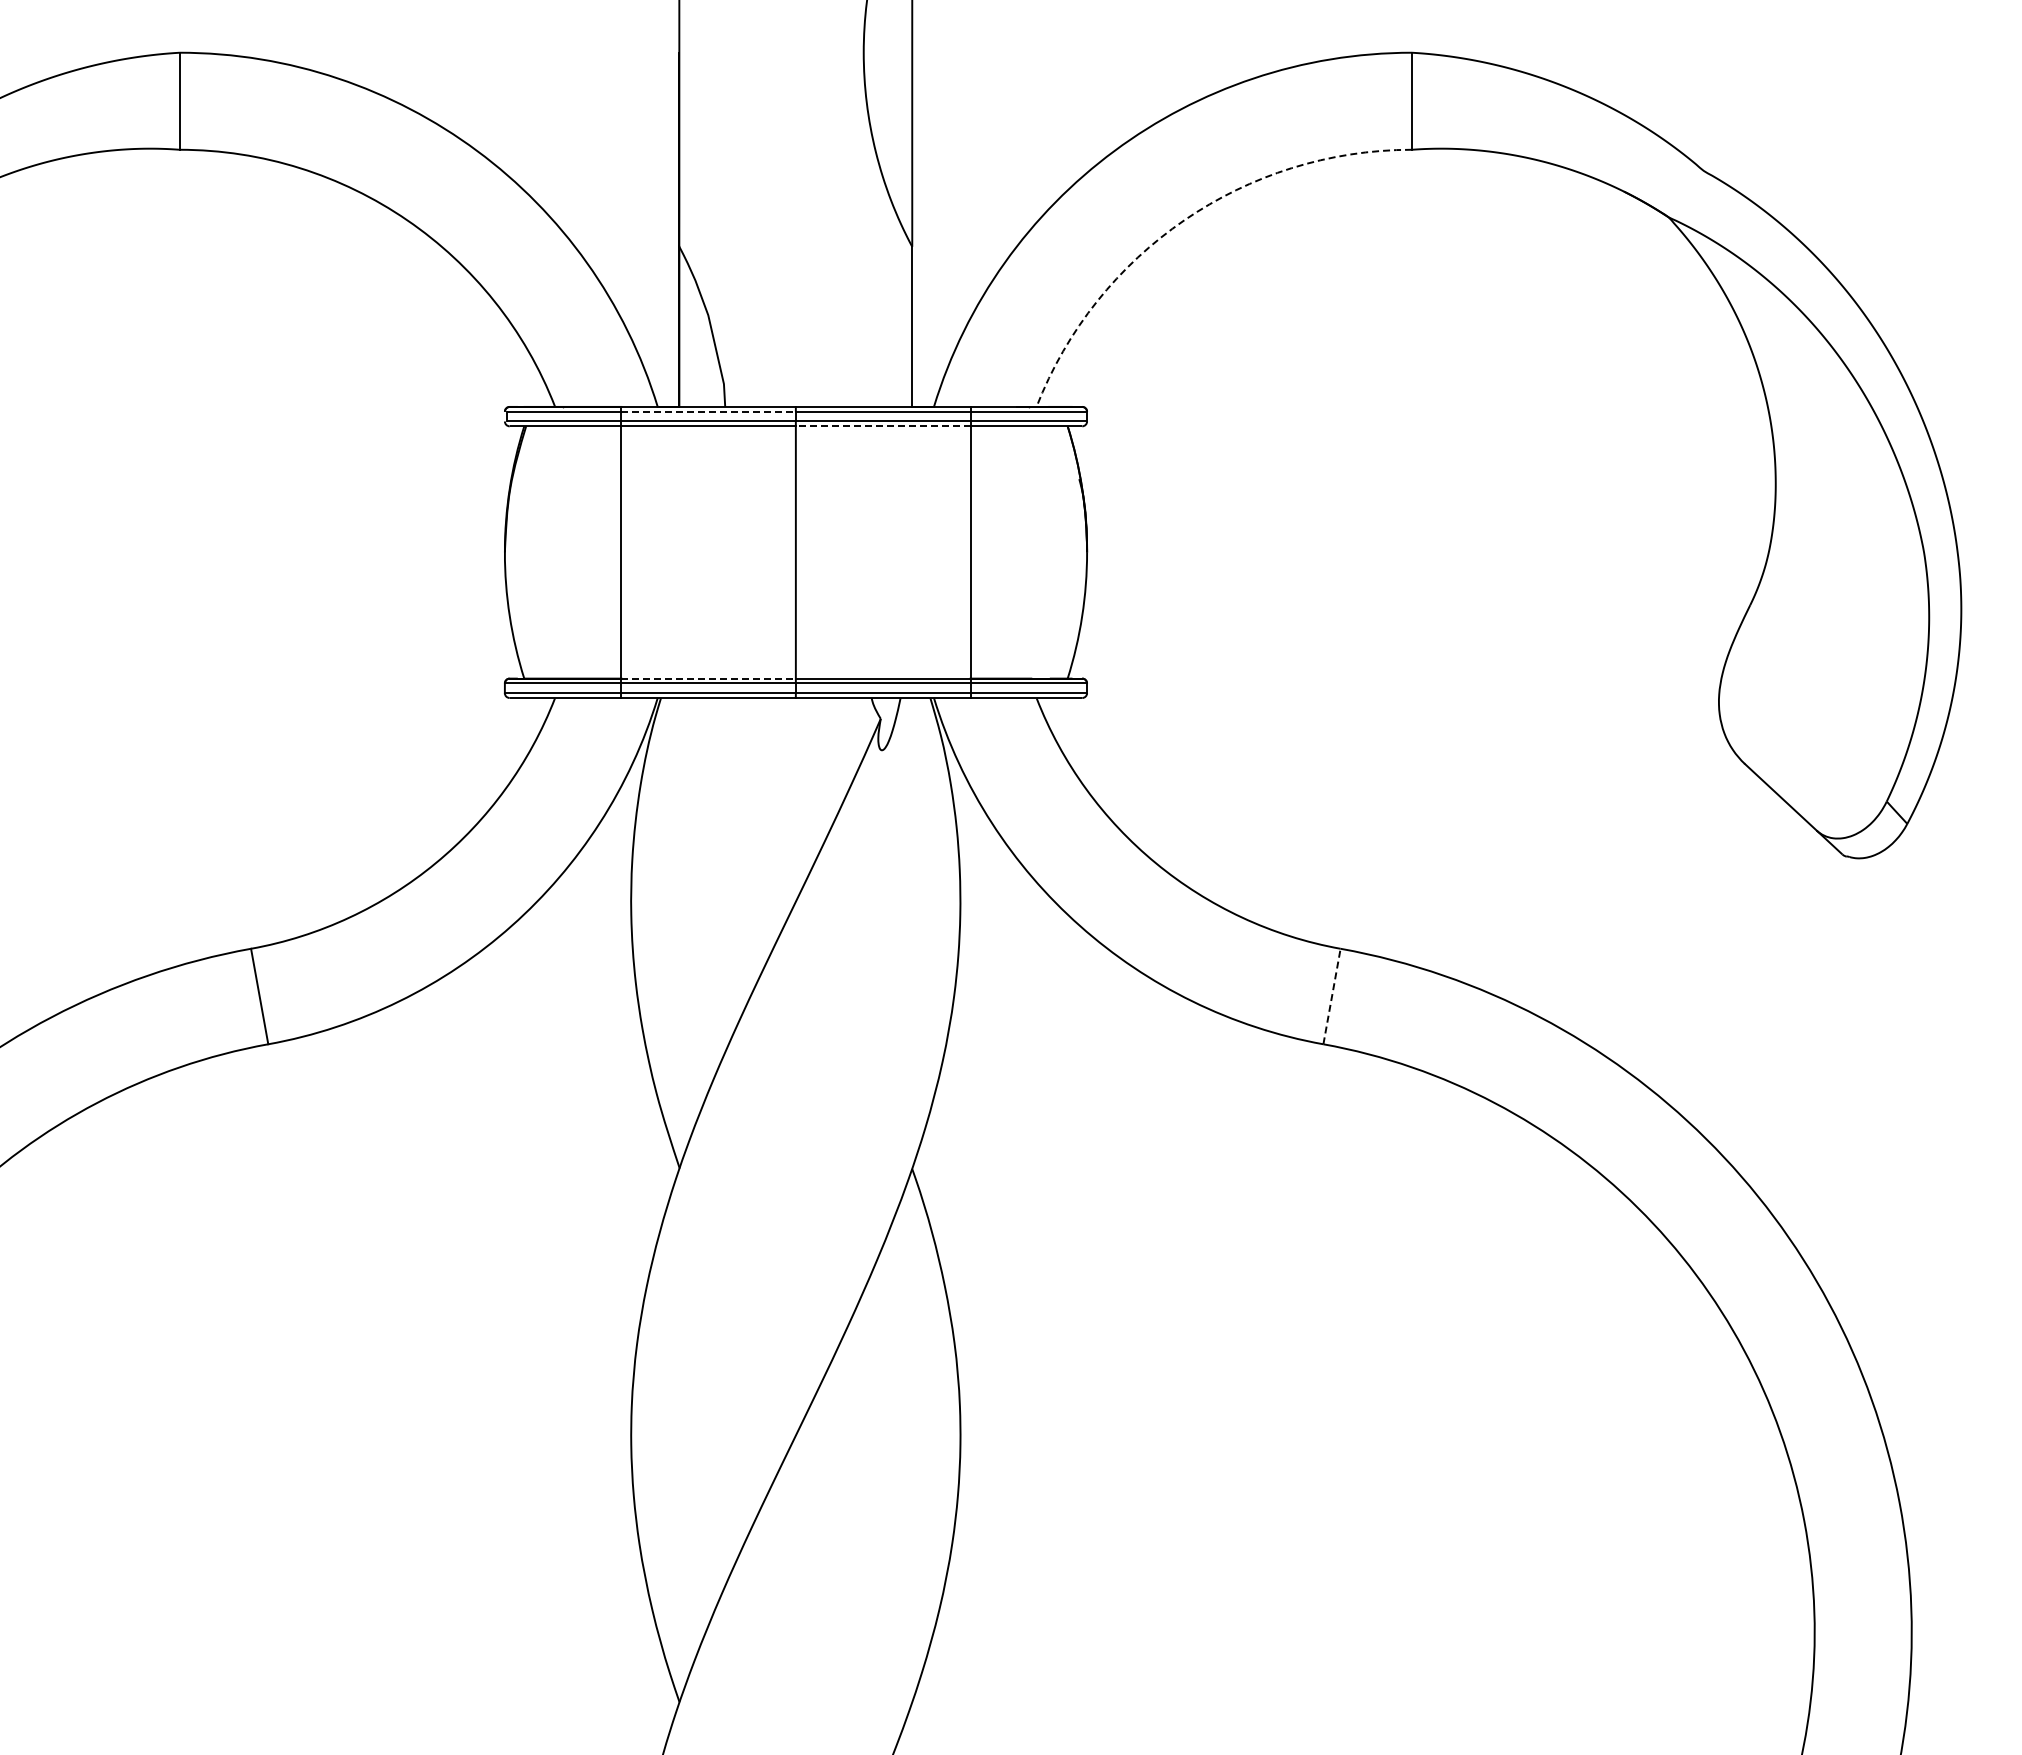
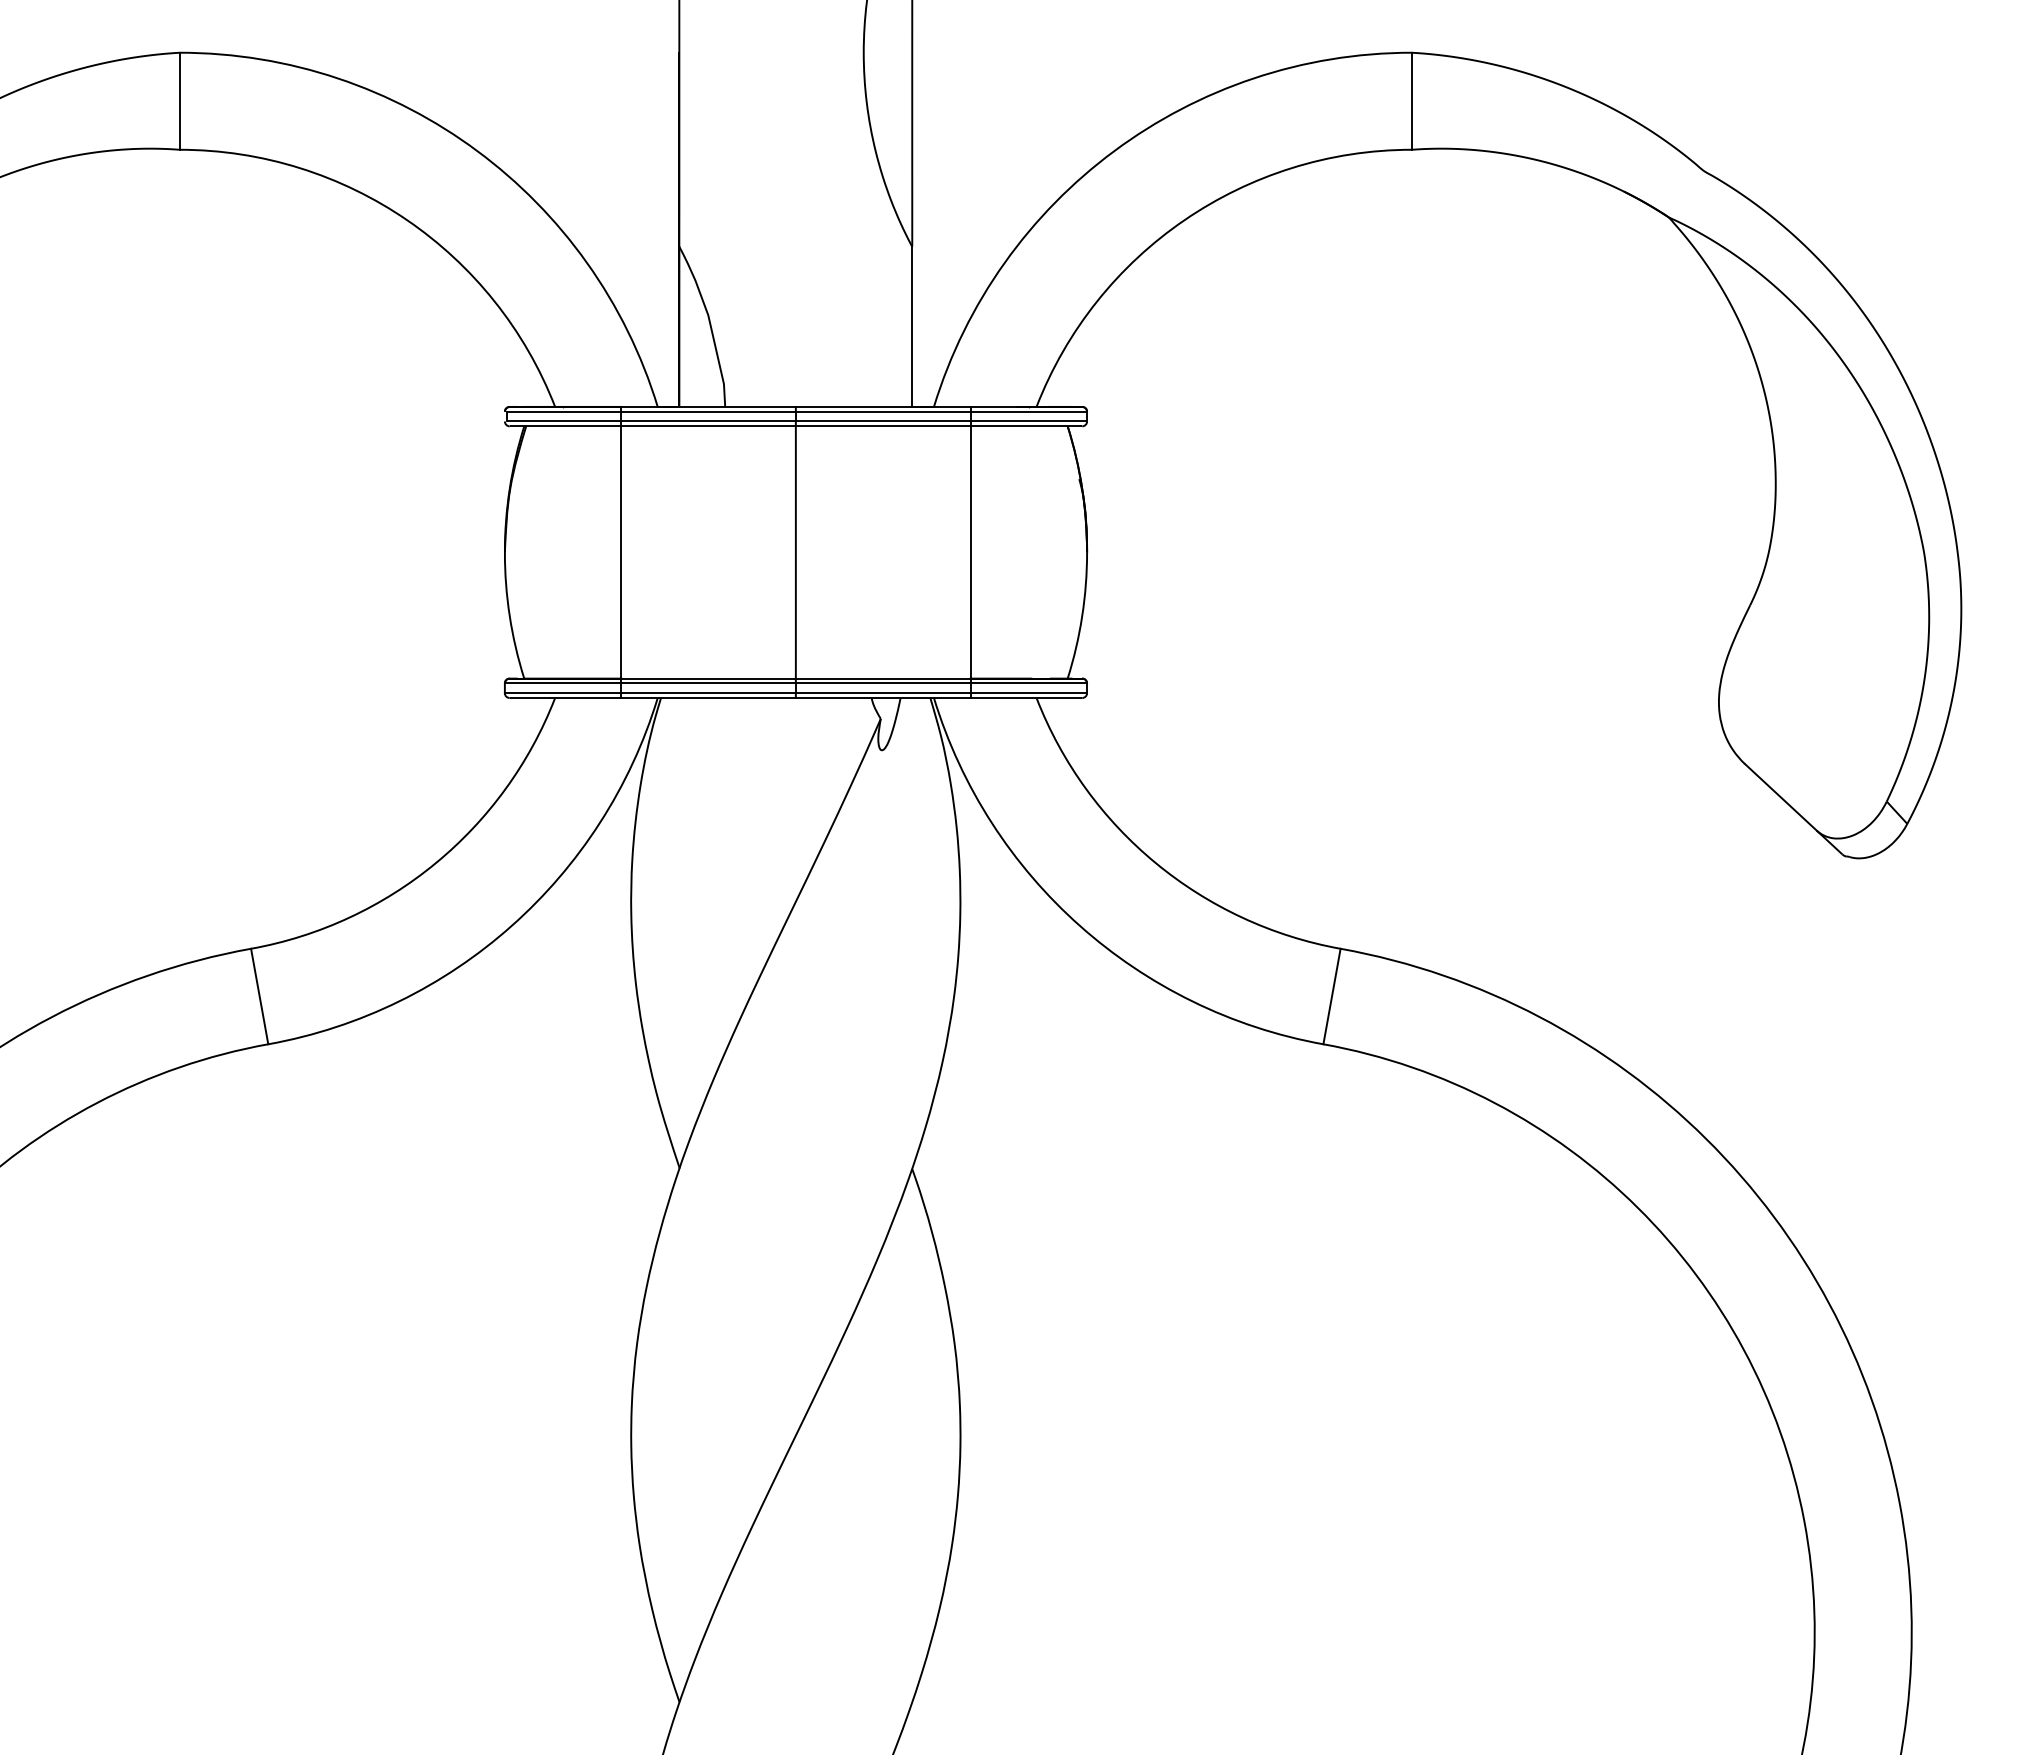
arc at (1184, 220): dashed -> solid
line at (709, 411): dashed -> solid
line at (882, 426): dashed -> solid
line at (709, 678): dashed -> solid
line at (1332, 996): dashed -> solid
